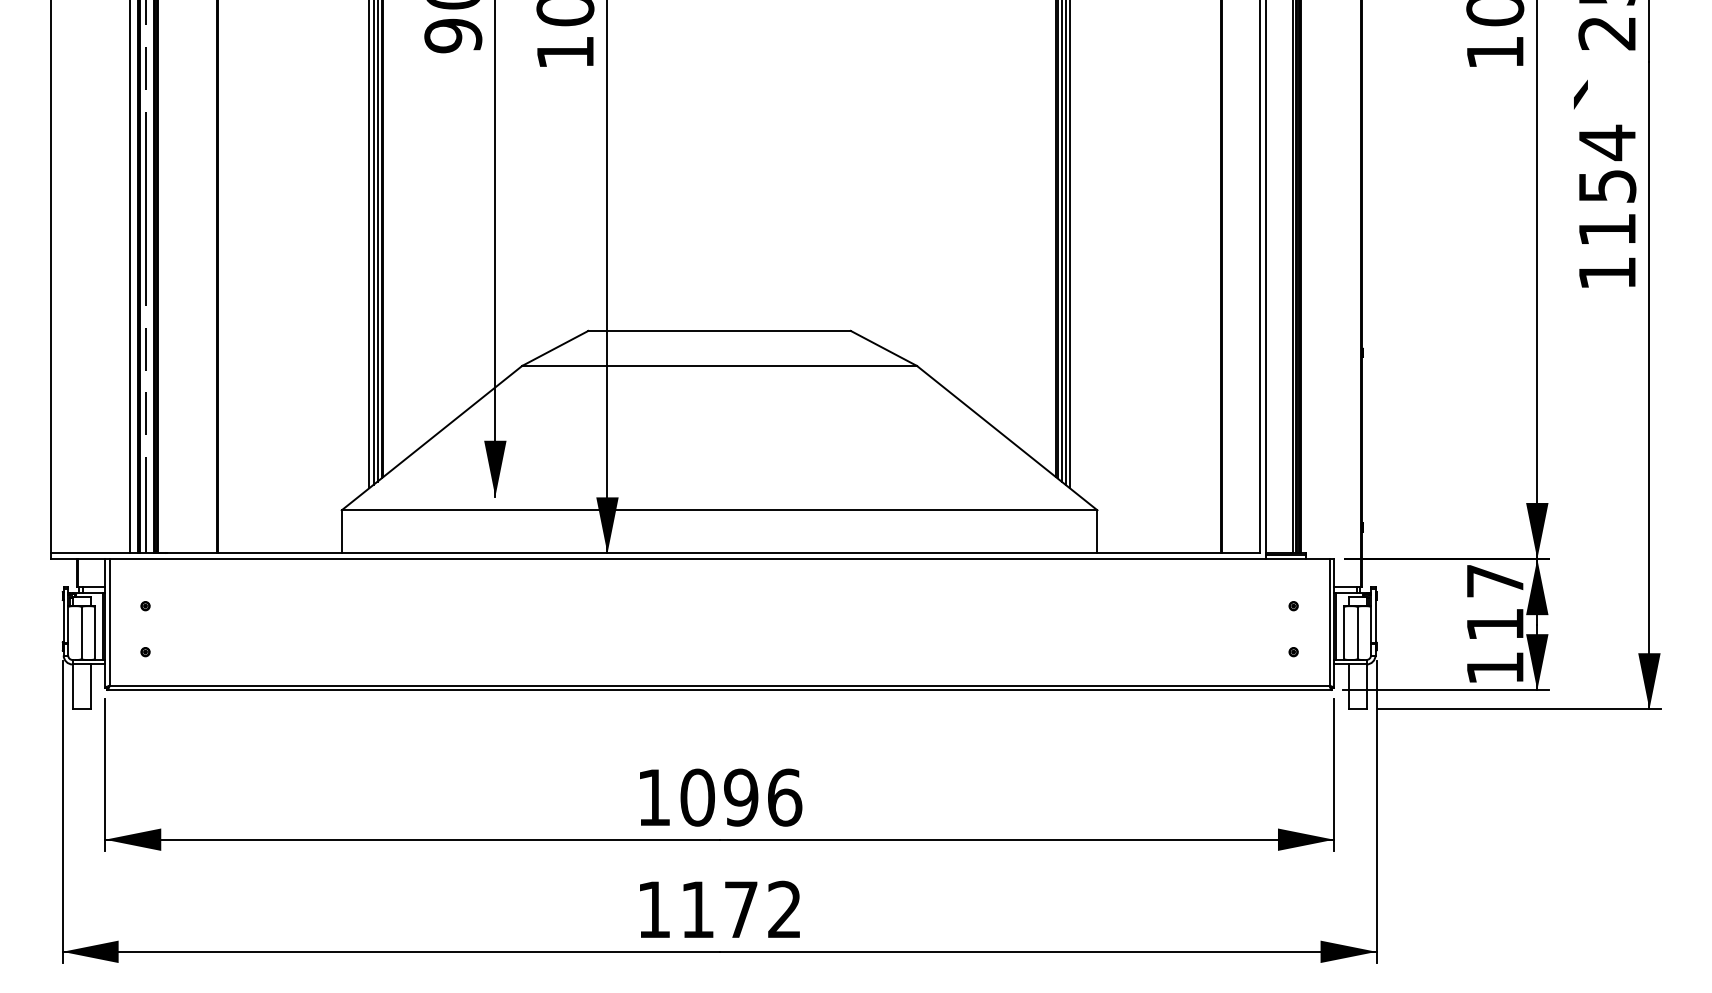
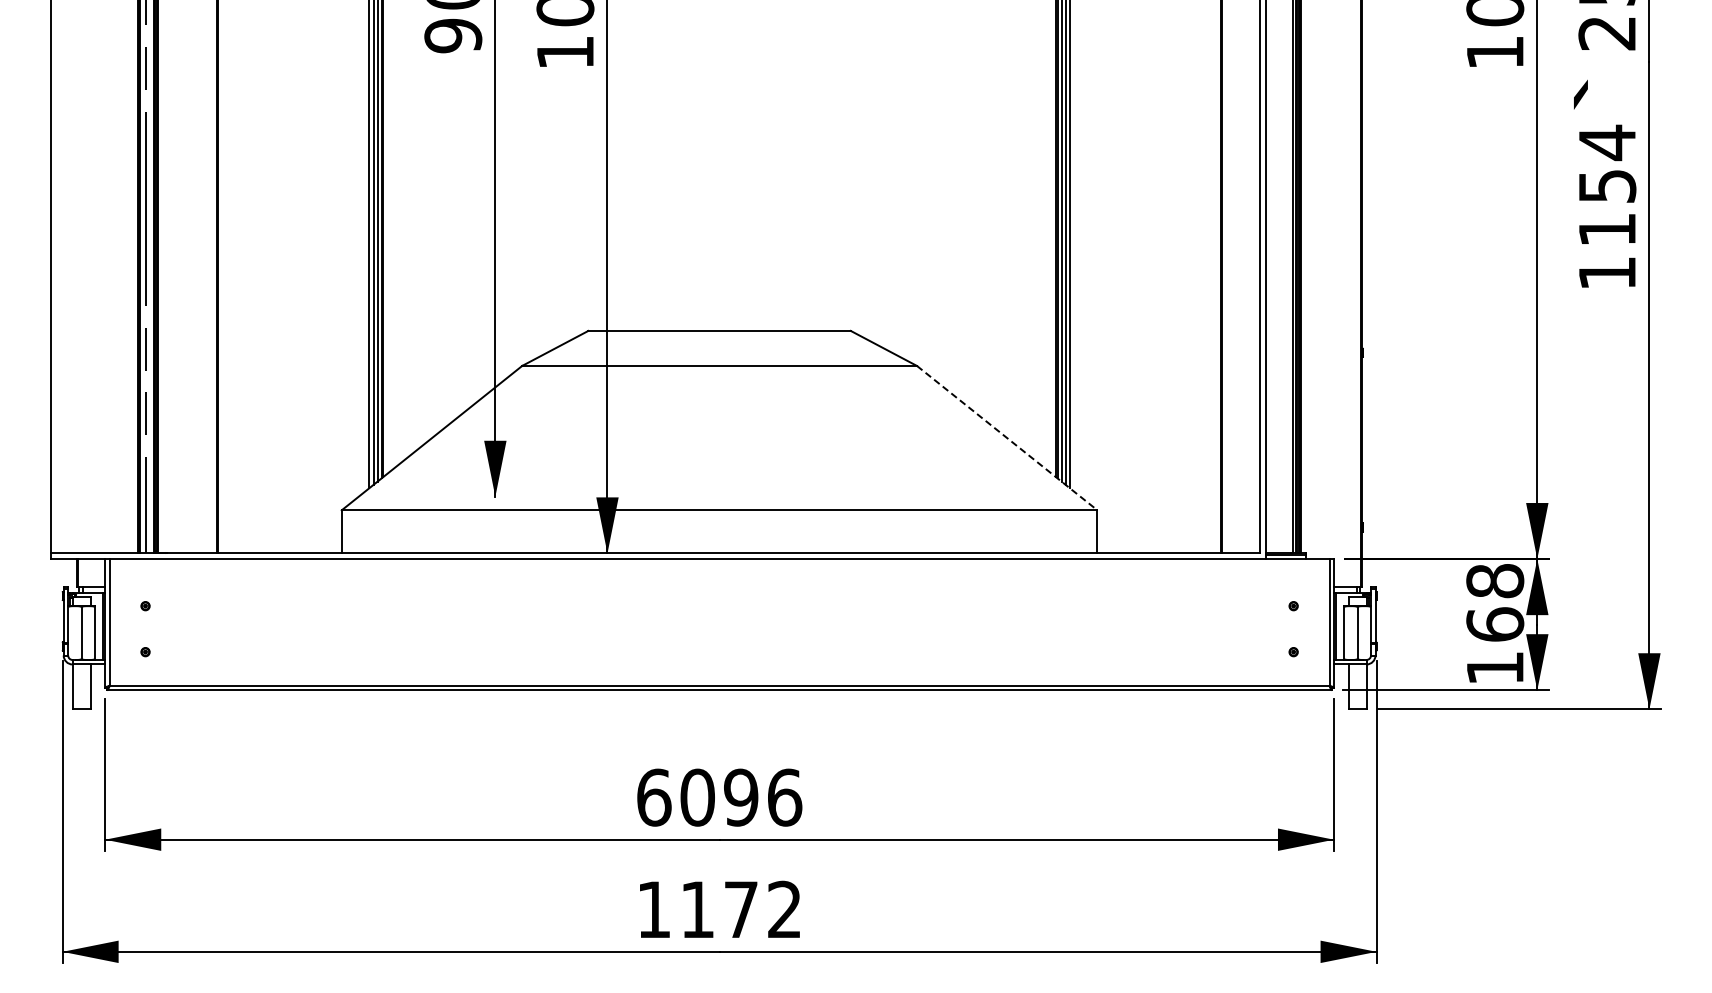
line at (129, 277): present -> none
line at (1007, 438): solid -> dashed
text at (1495, 602): 117 -> 168
text at (654, 797): 1096 -> 6096
